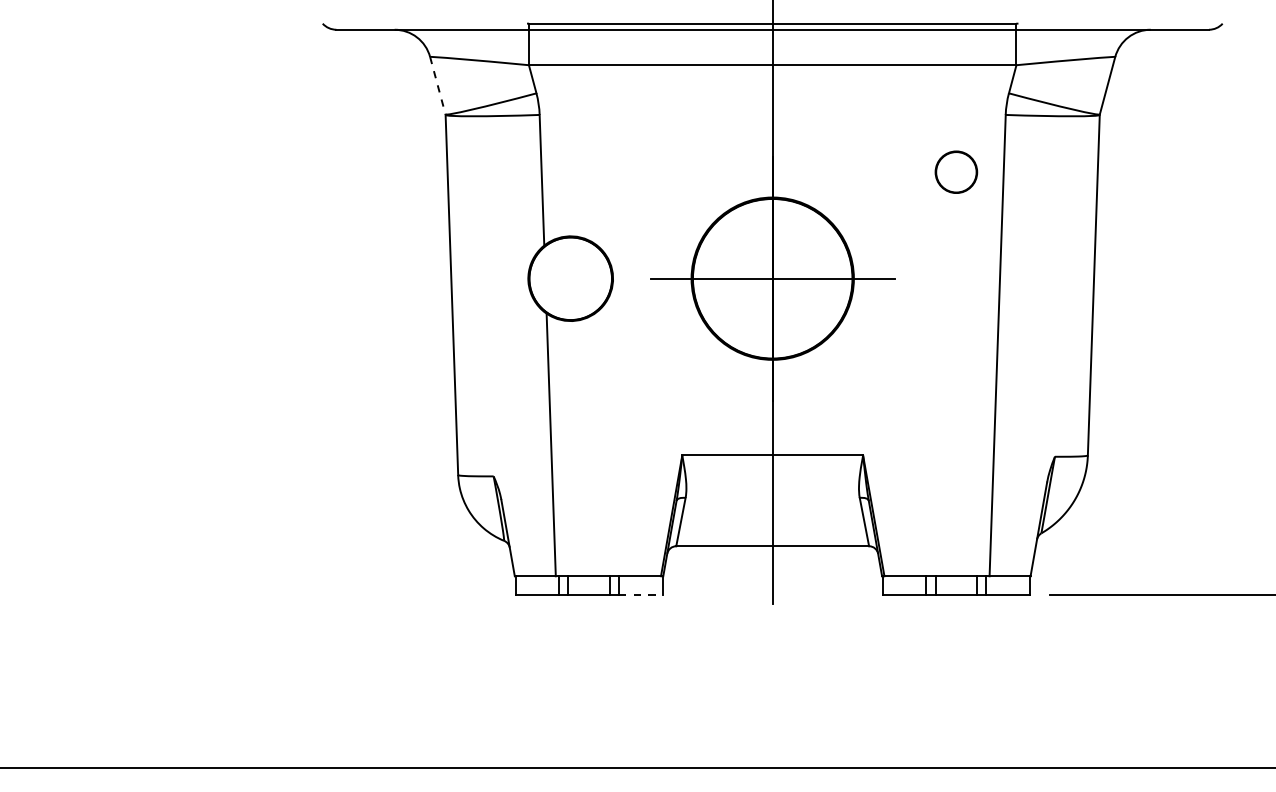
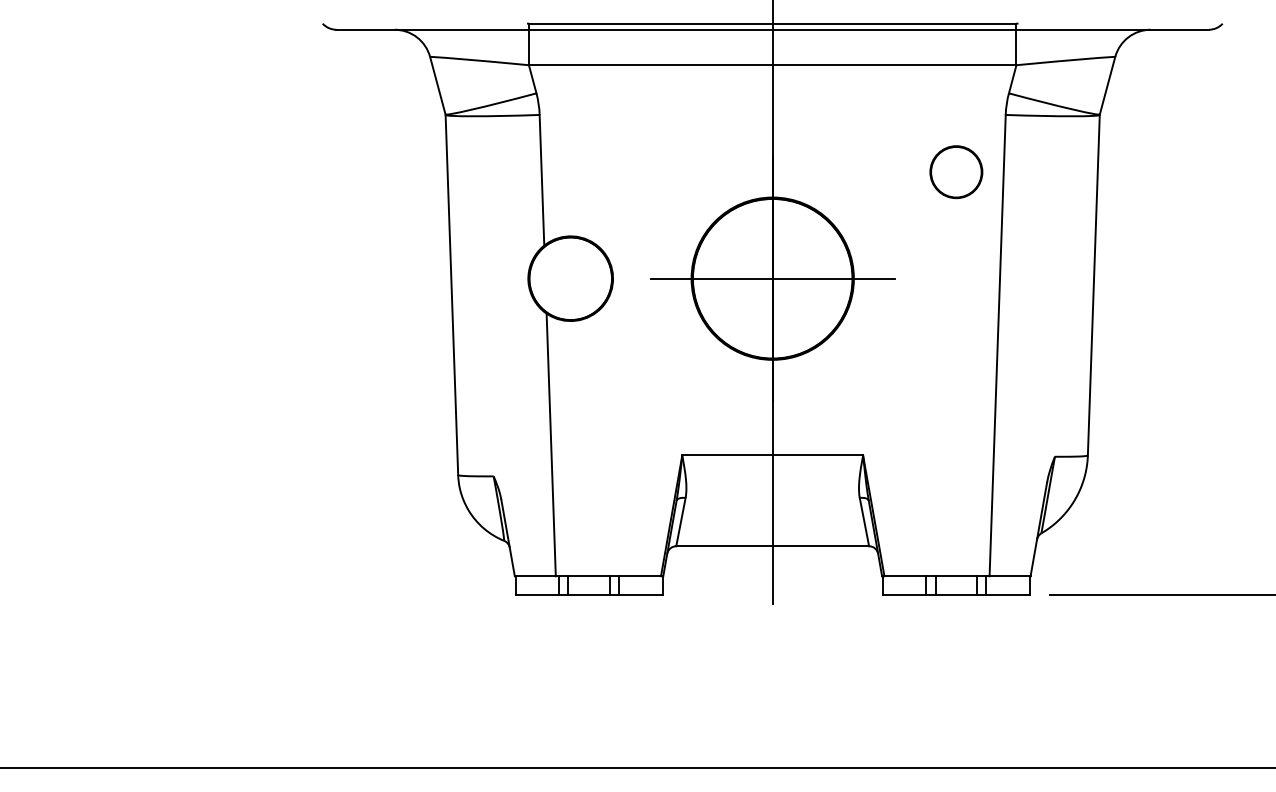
line at (437, 85): dashed -> solid
part at (956, 171) size: 45x44 px -> 55x55 px
line at (640, 594): dashed -> solid
